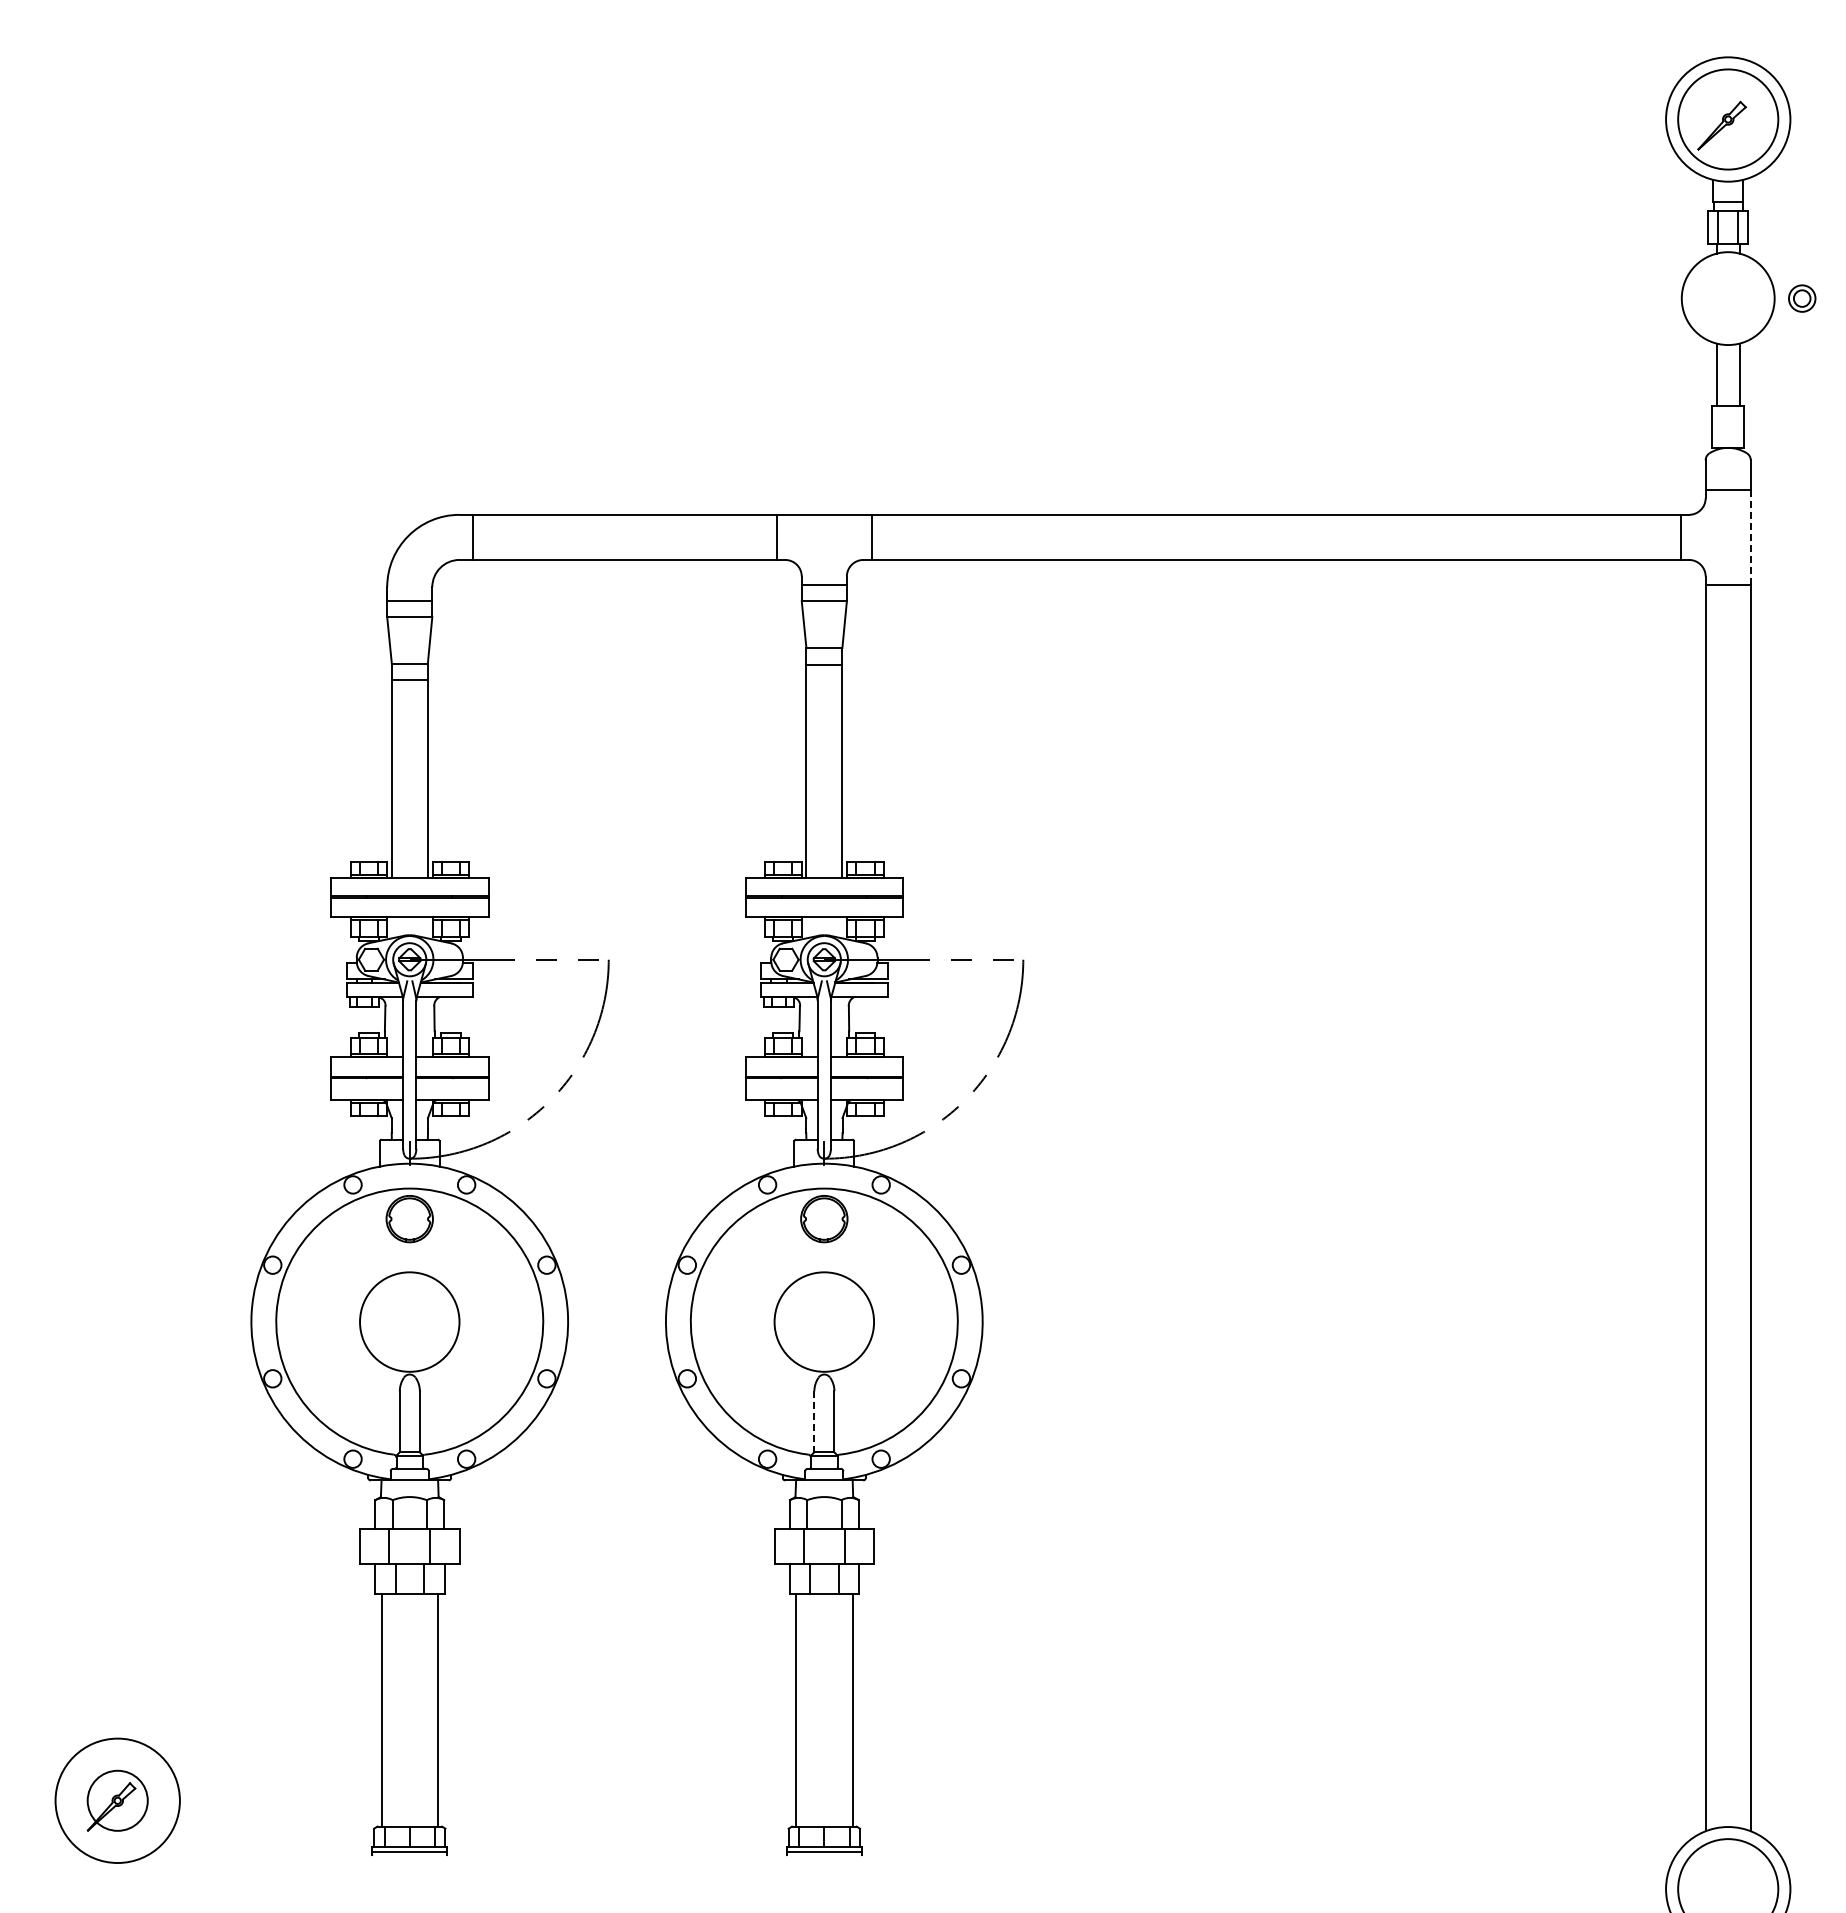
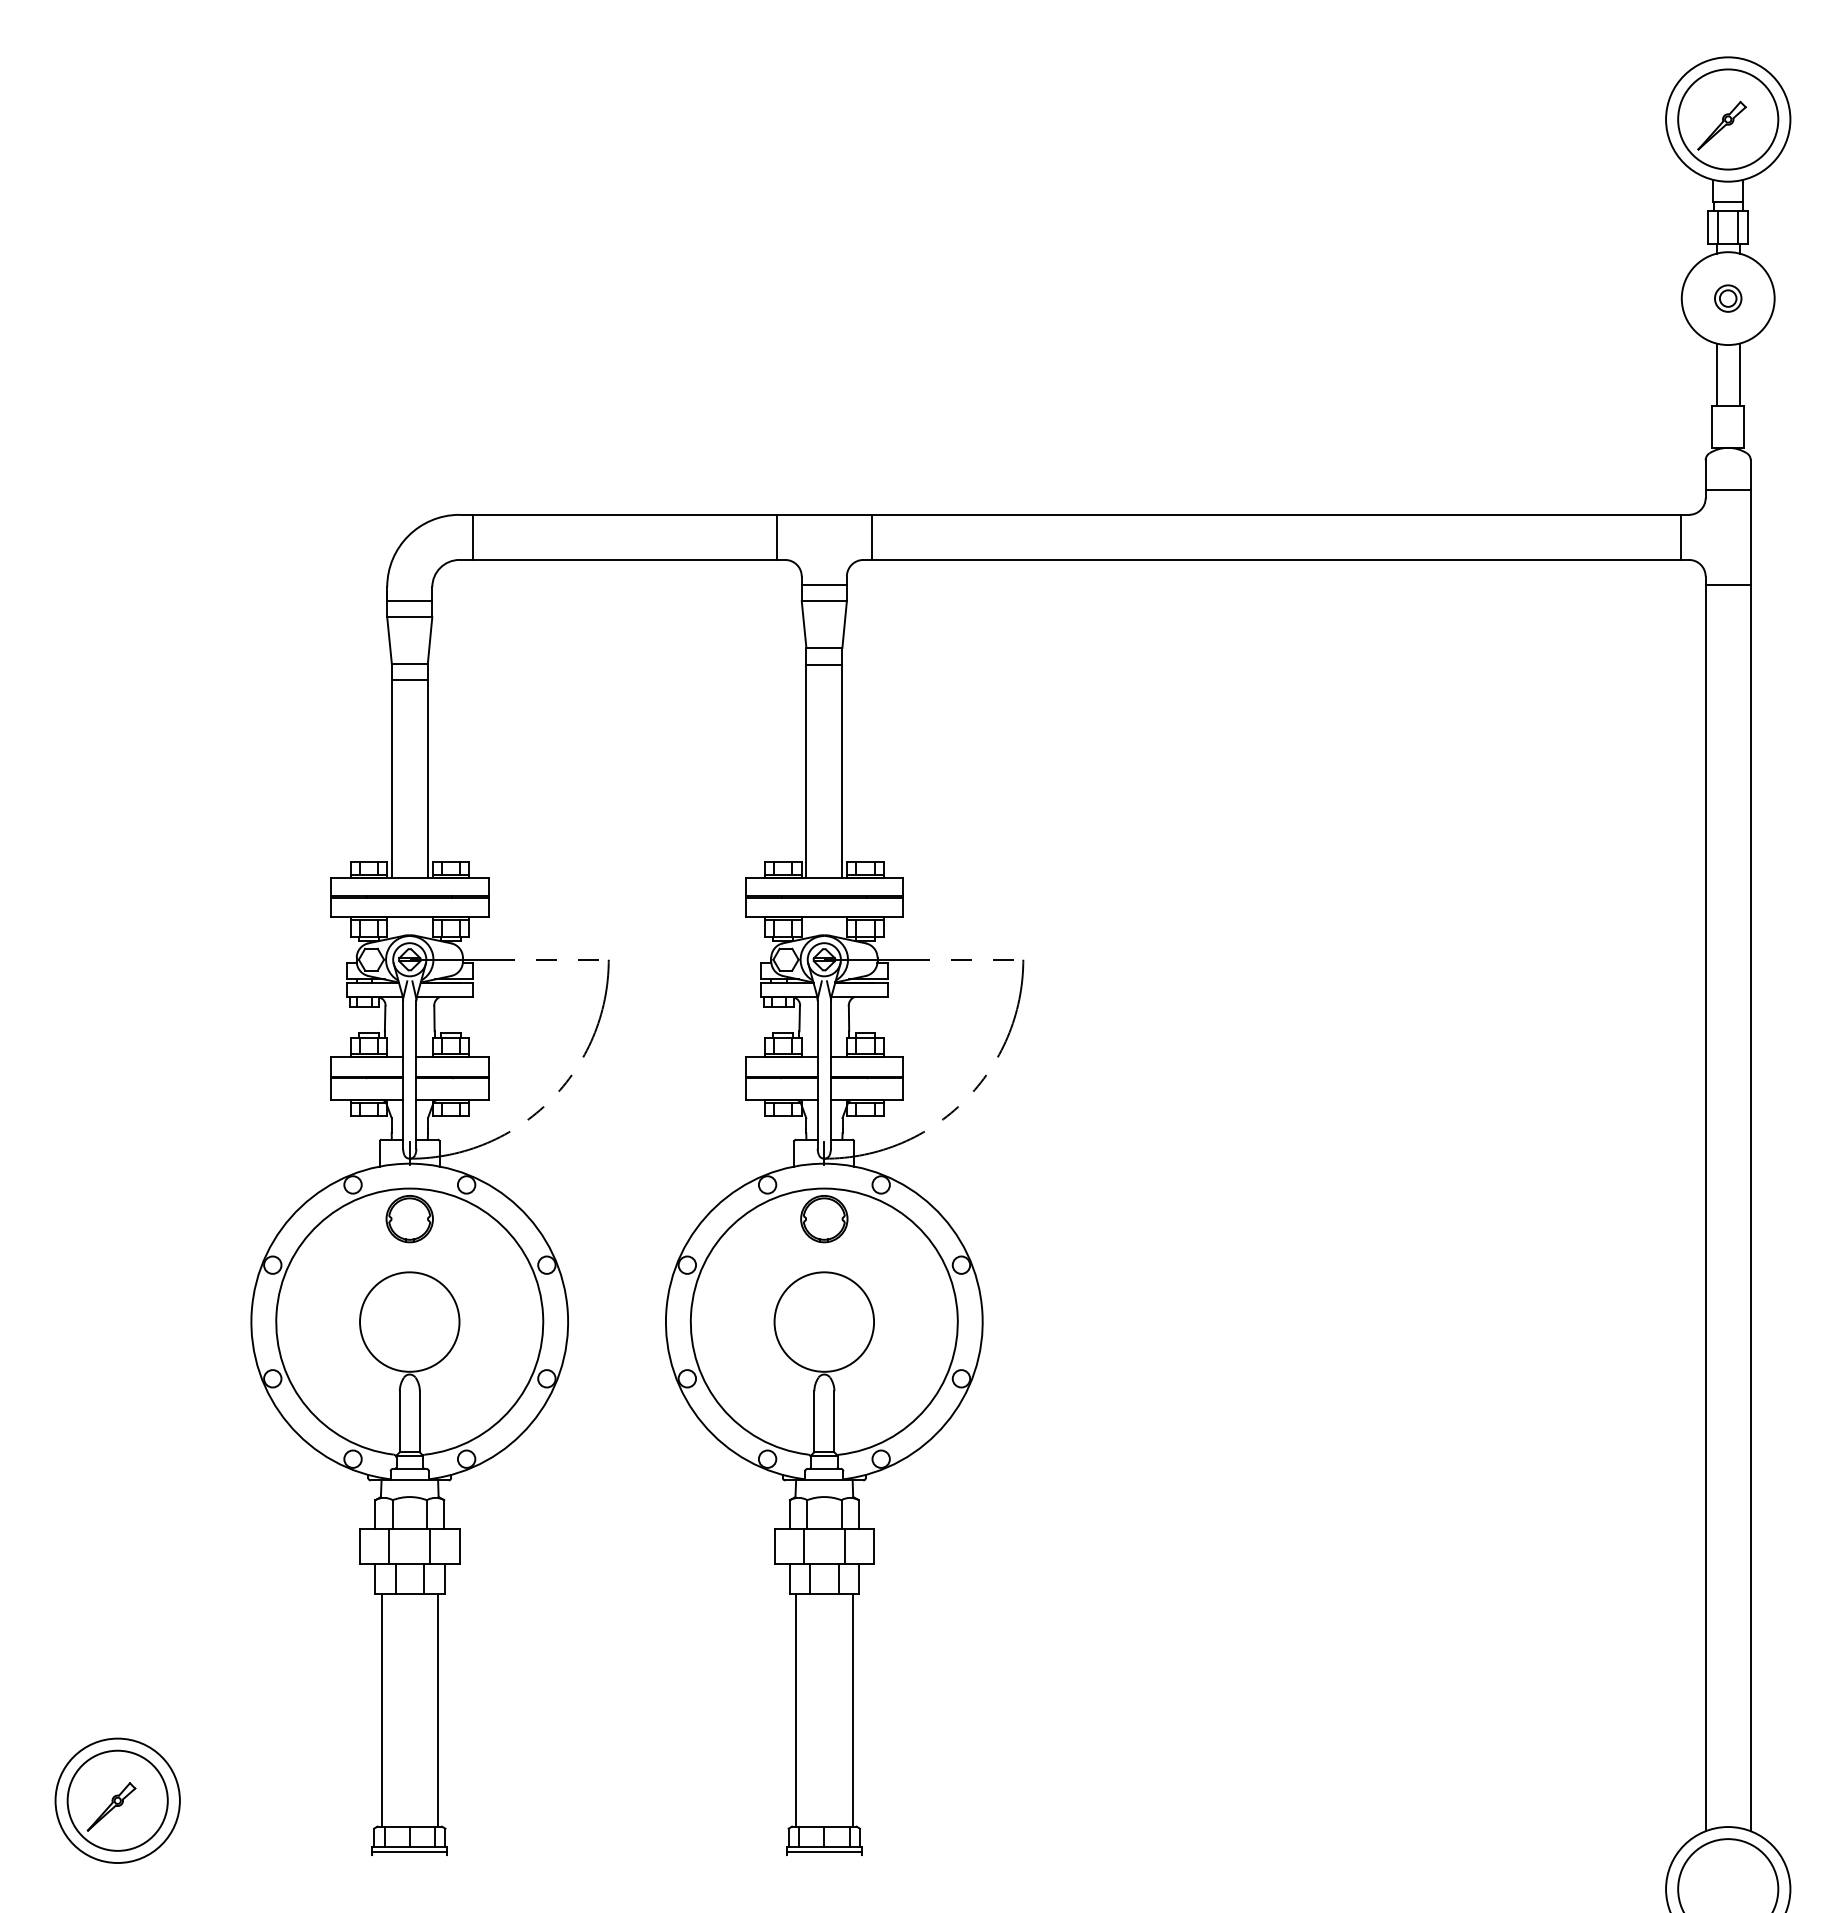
part at (1802, 298) position: (1802, 298) -> (1728, 298)
line at (1750, 537): dashed -> solid
line at (814, 1421): dashed -> solid
circle at (117, 1800) diameter: 60 px -> 100 px
